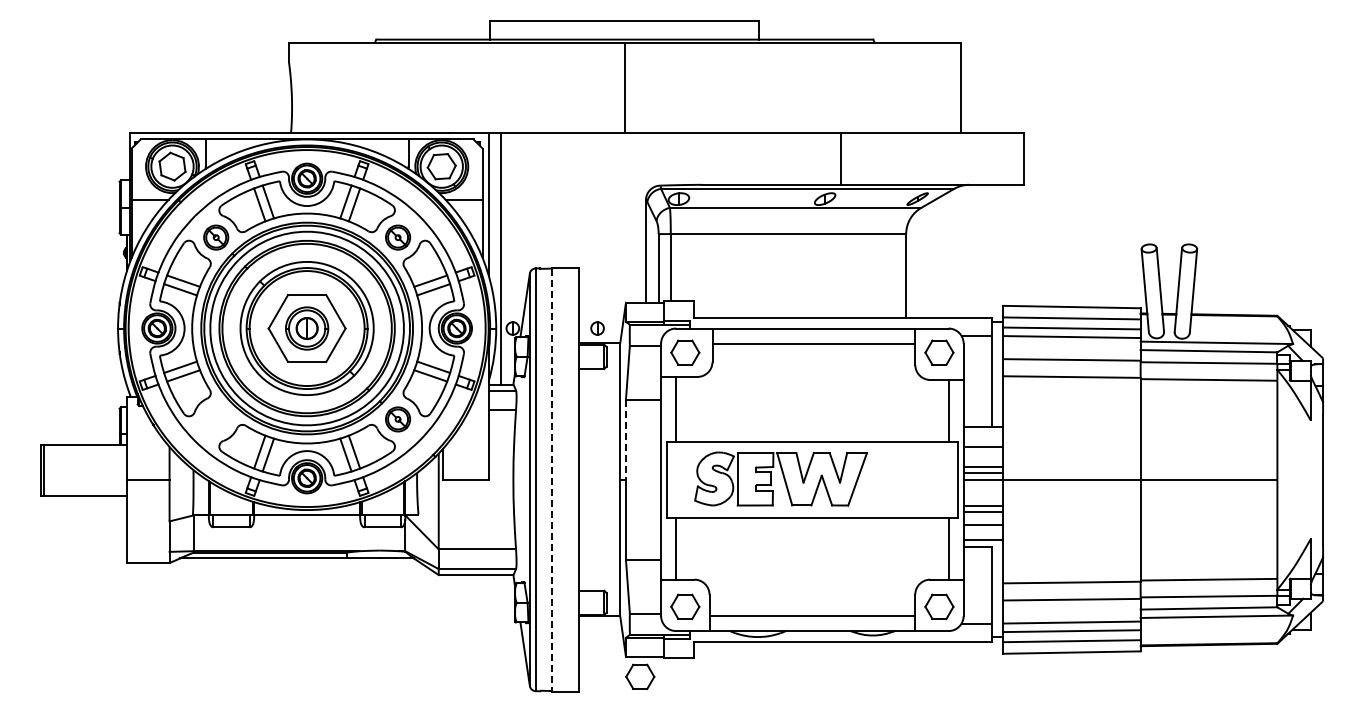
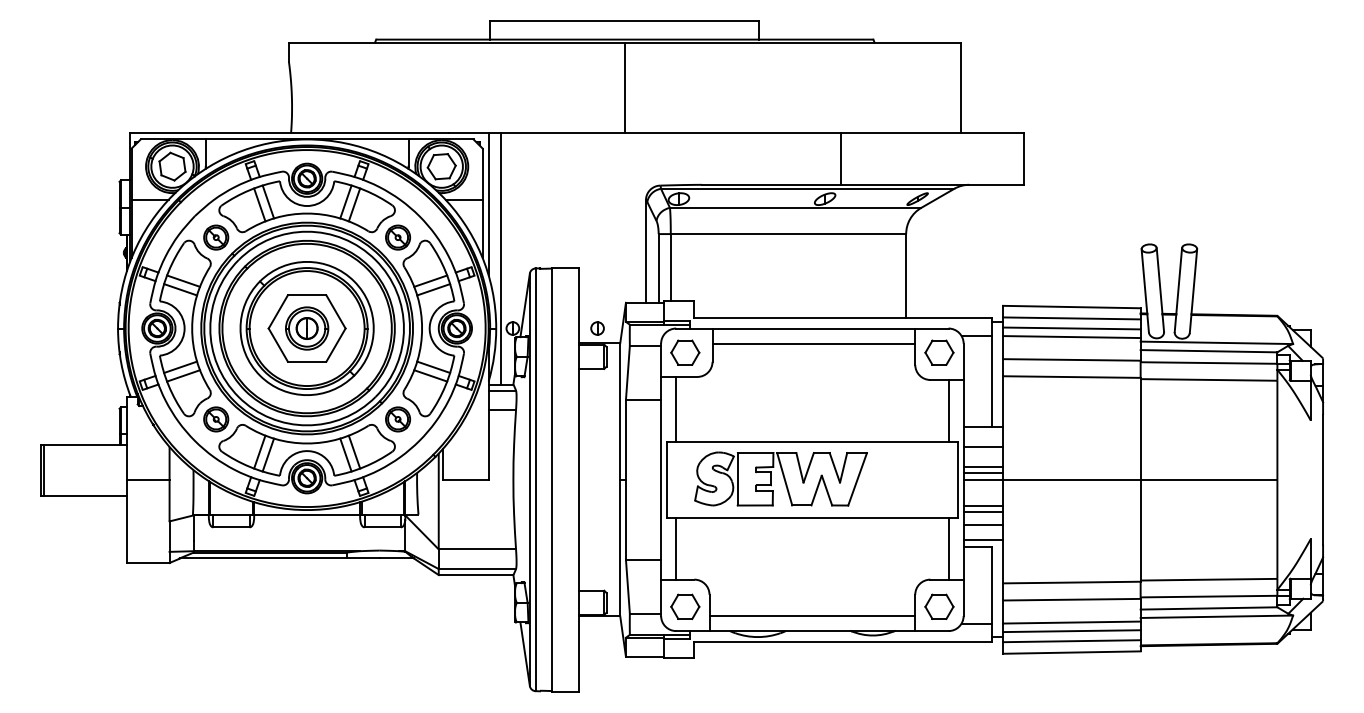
part at (216, 419): none -> present
line at (625, 439): dashed -> solid
line at (552, 480): dashed -> solid
part at (640, 676): present -> none
